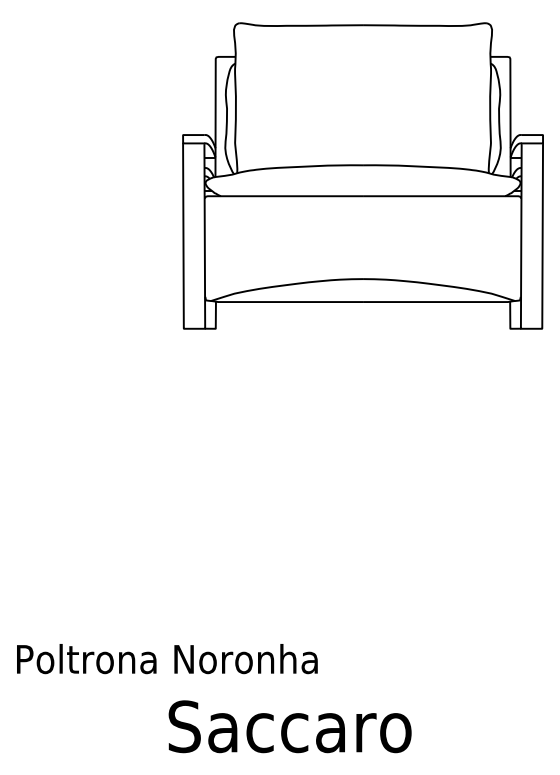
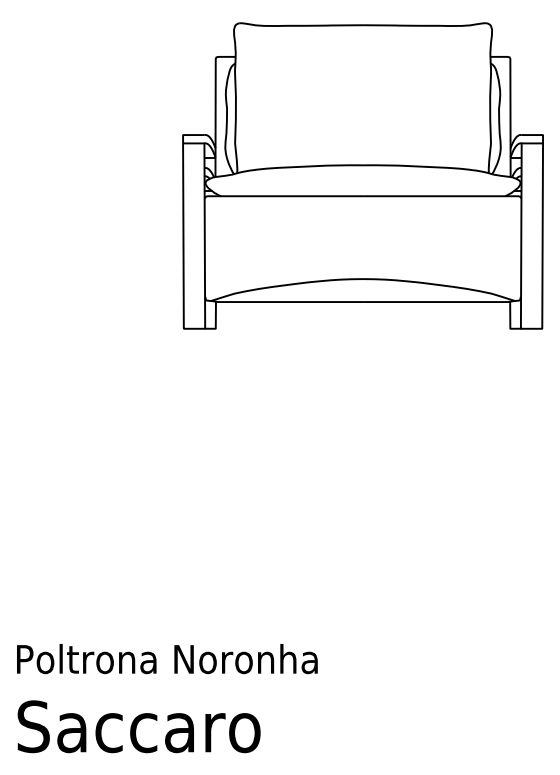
text at (289, 726) position: (289, 726) -> (138, 726)
